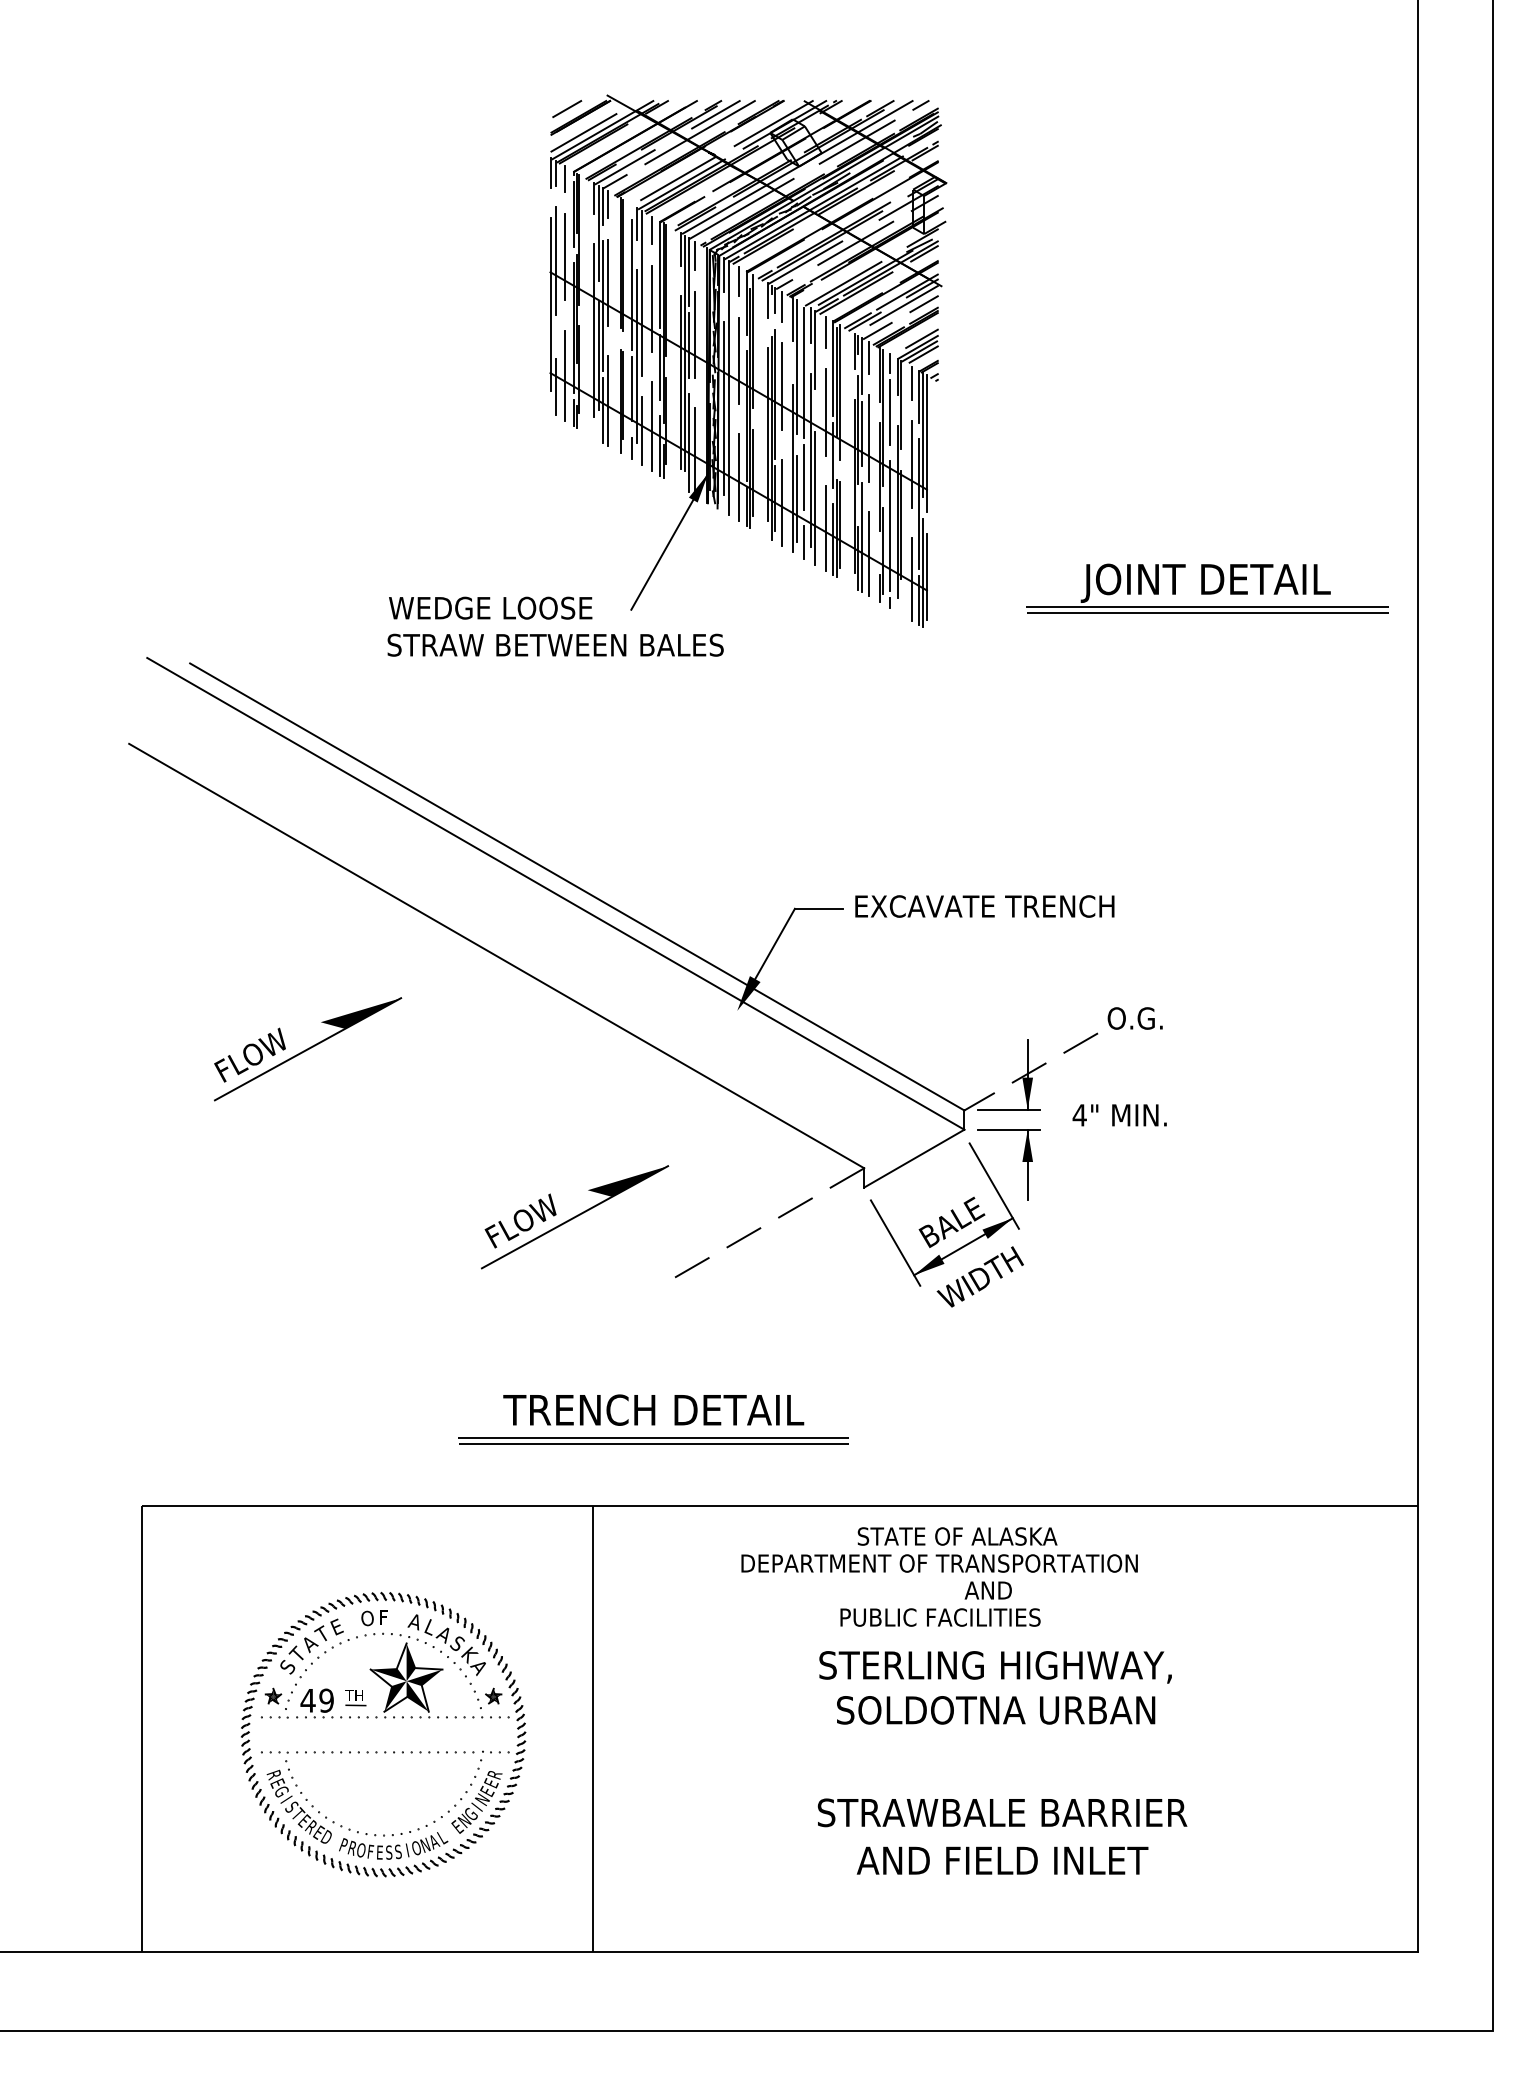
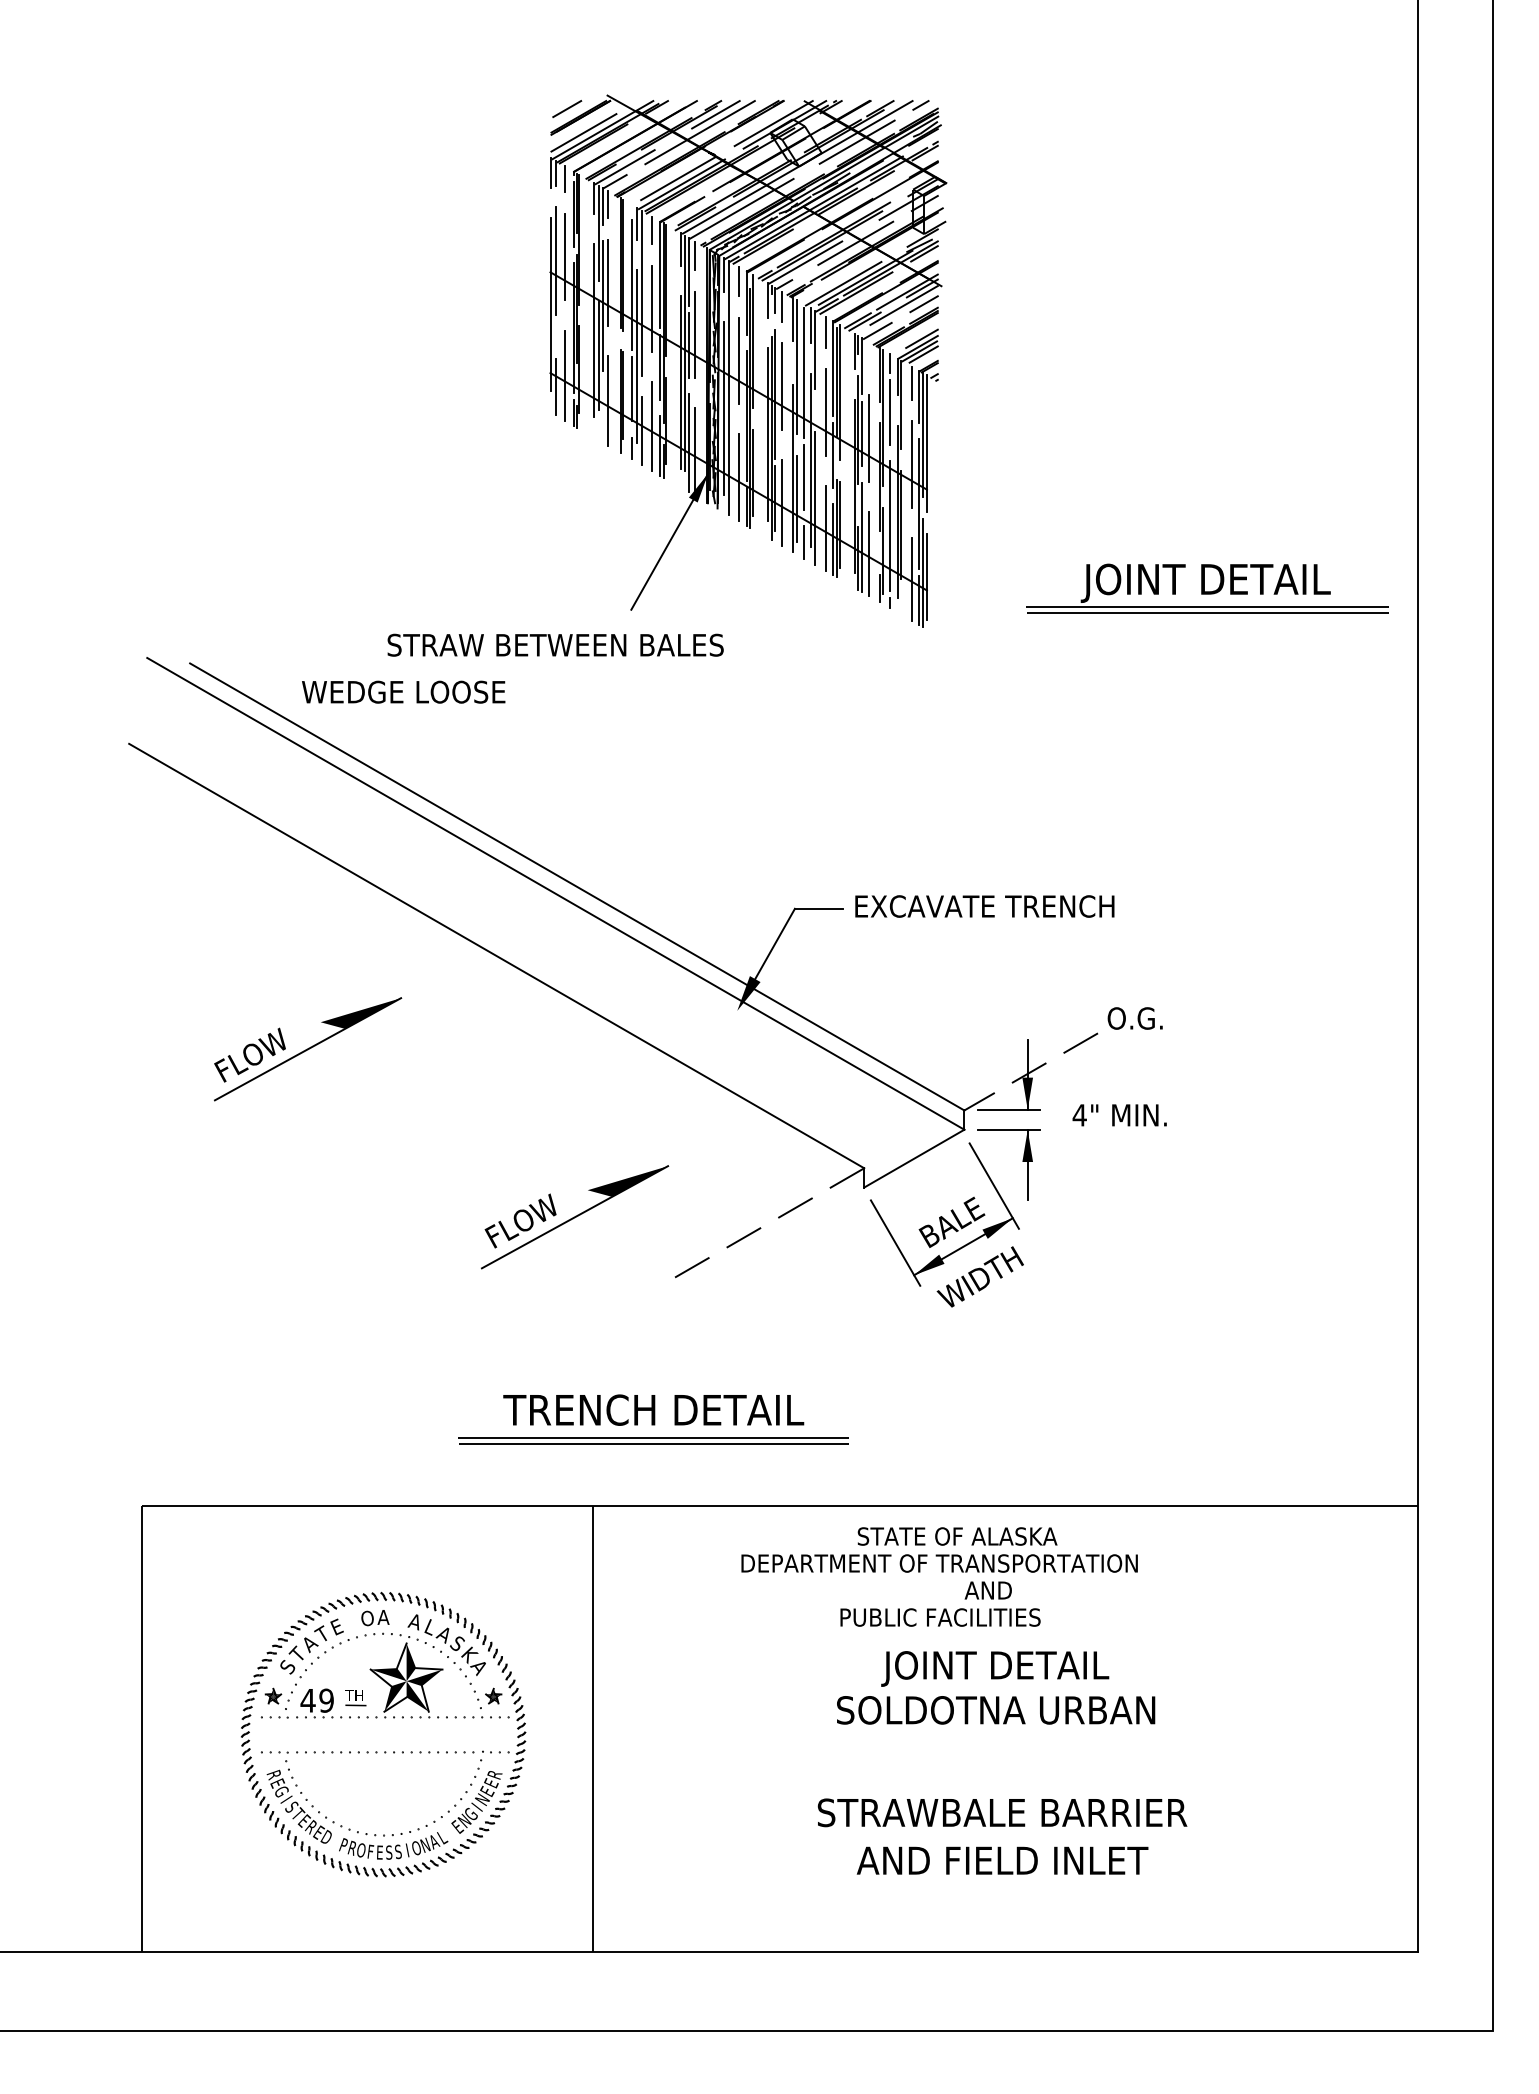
line at (869, 357): present -> none
line at (603, 410): present -> none
text at (490, 607) position: (490, 607) -> (403, 691)
text at (383, 1617): F -> A
text at (995, 1668): STERLING HIGHWAY, -> JOINT DETAIL
